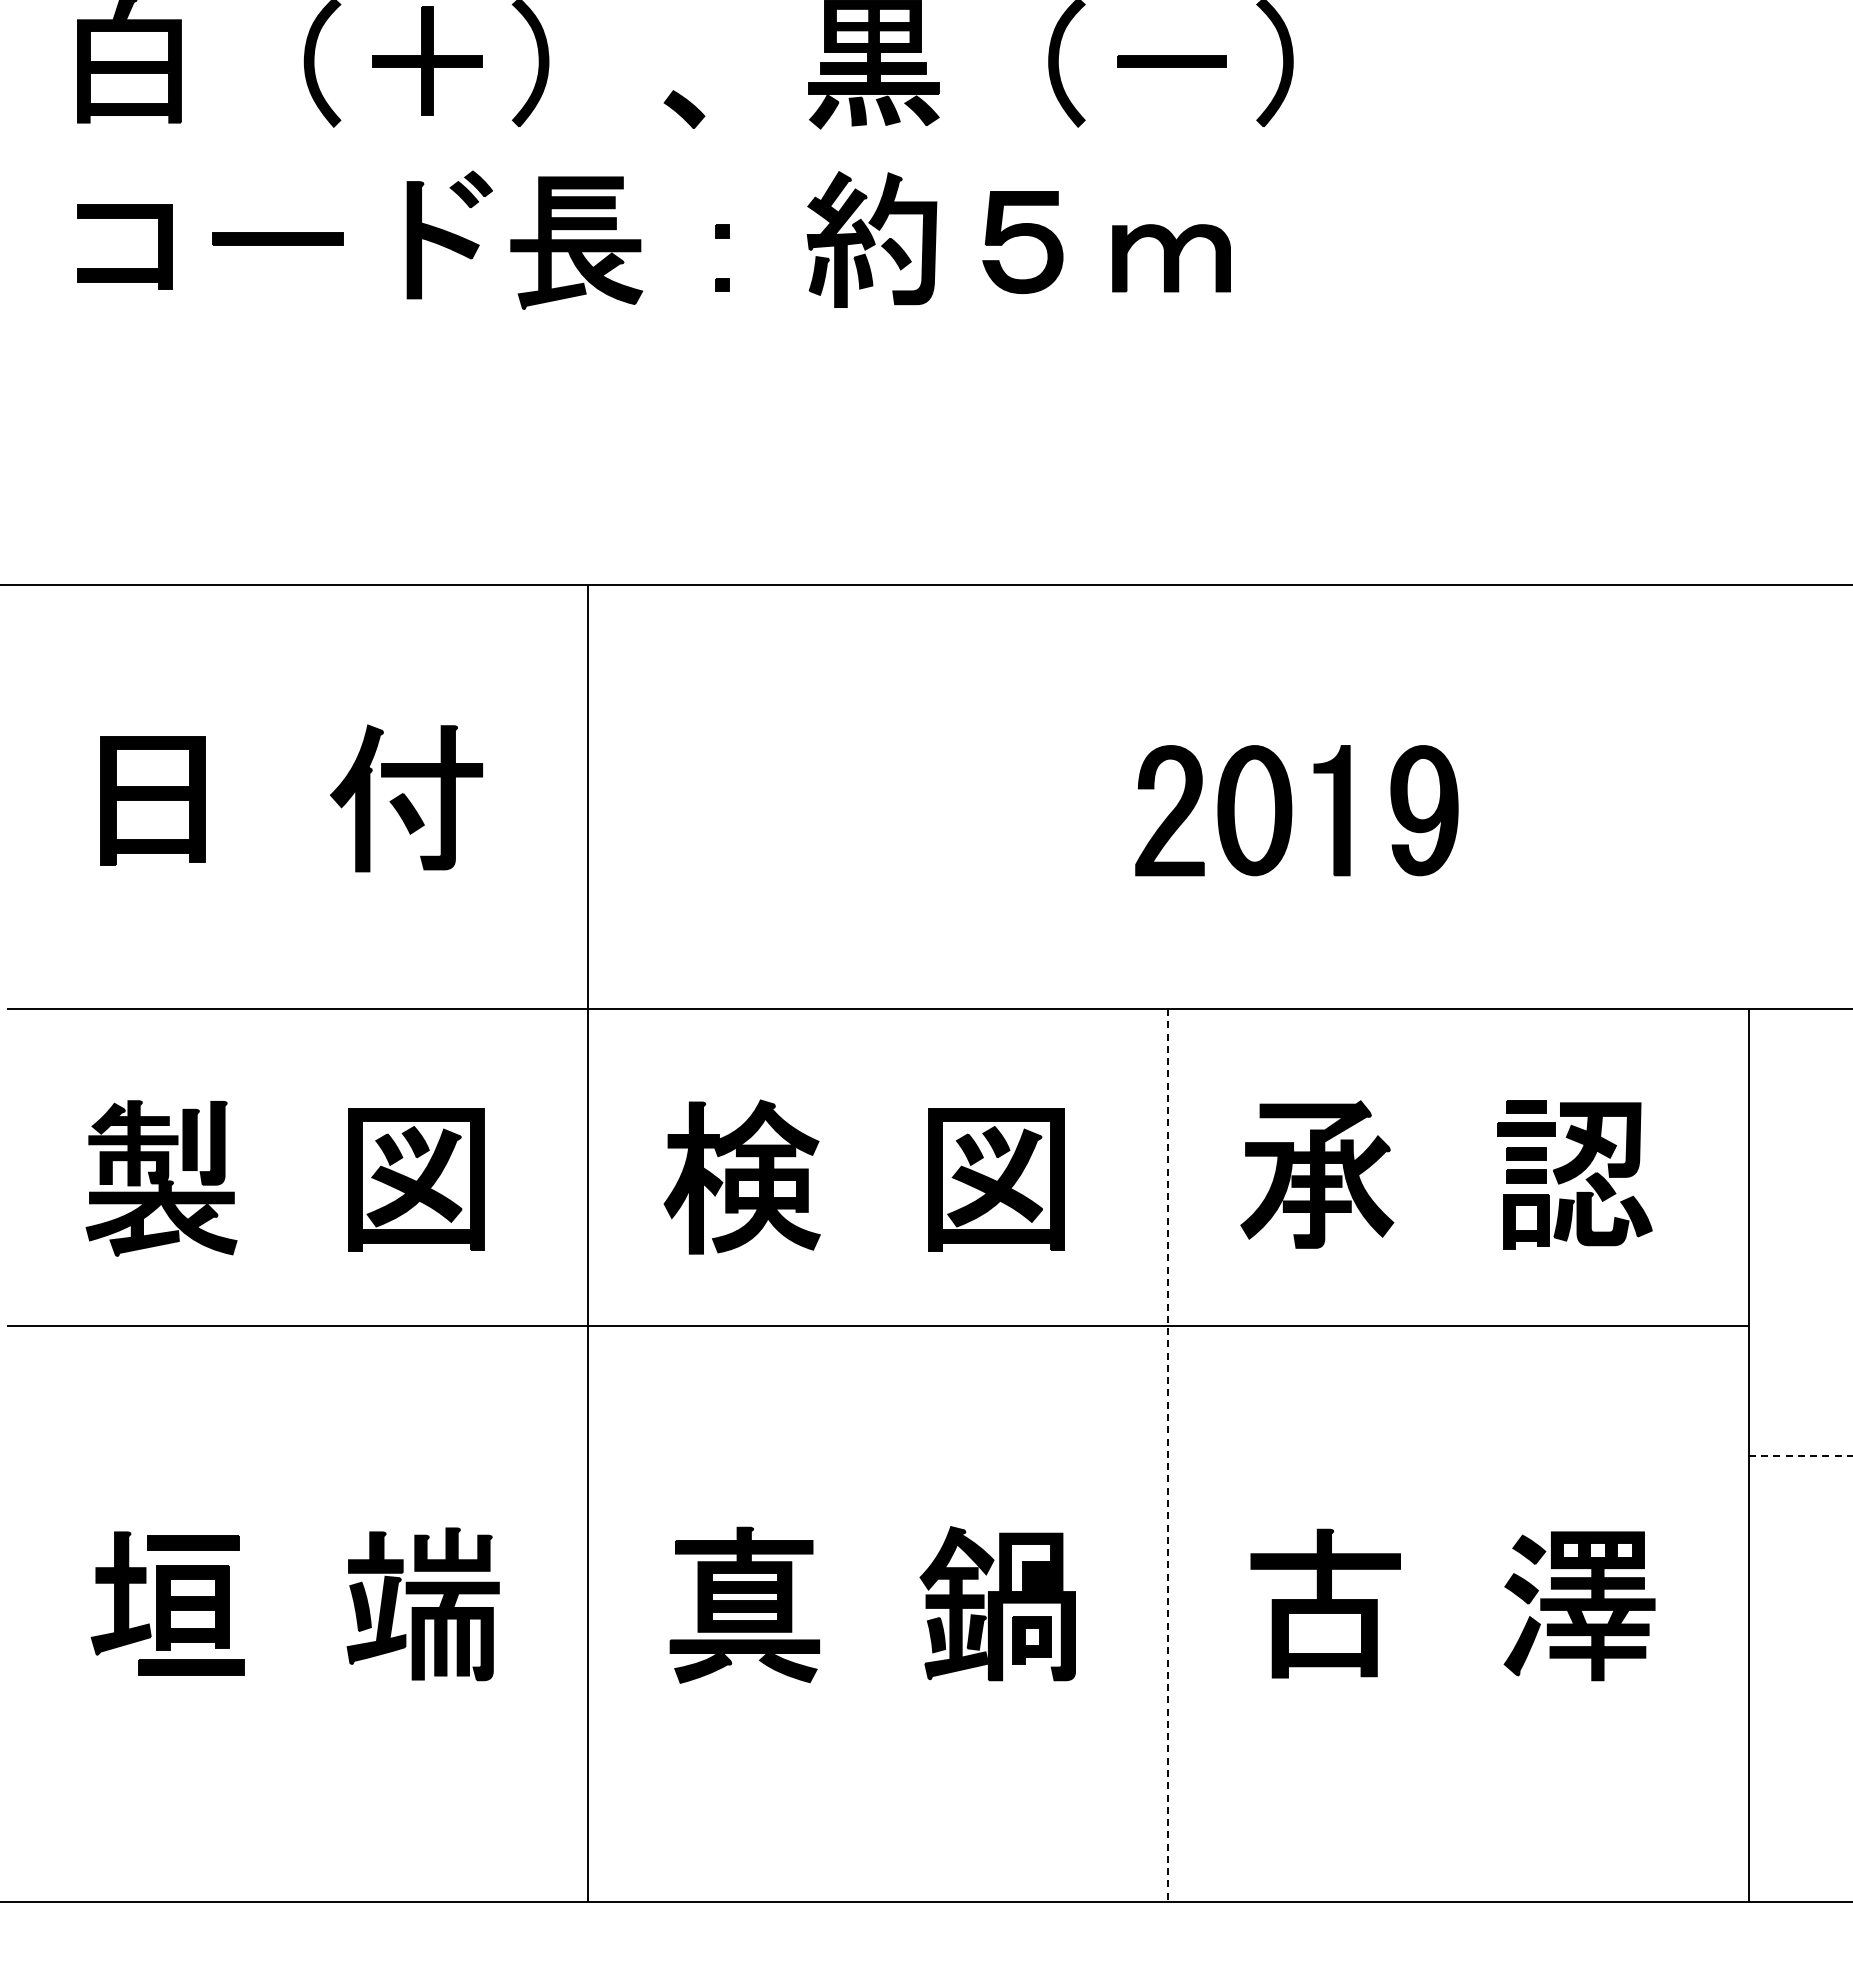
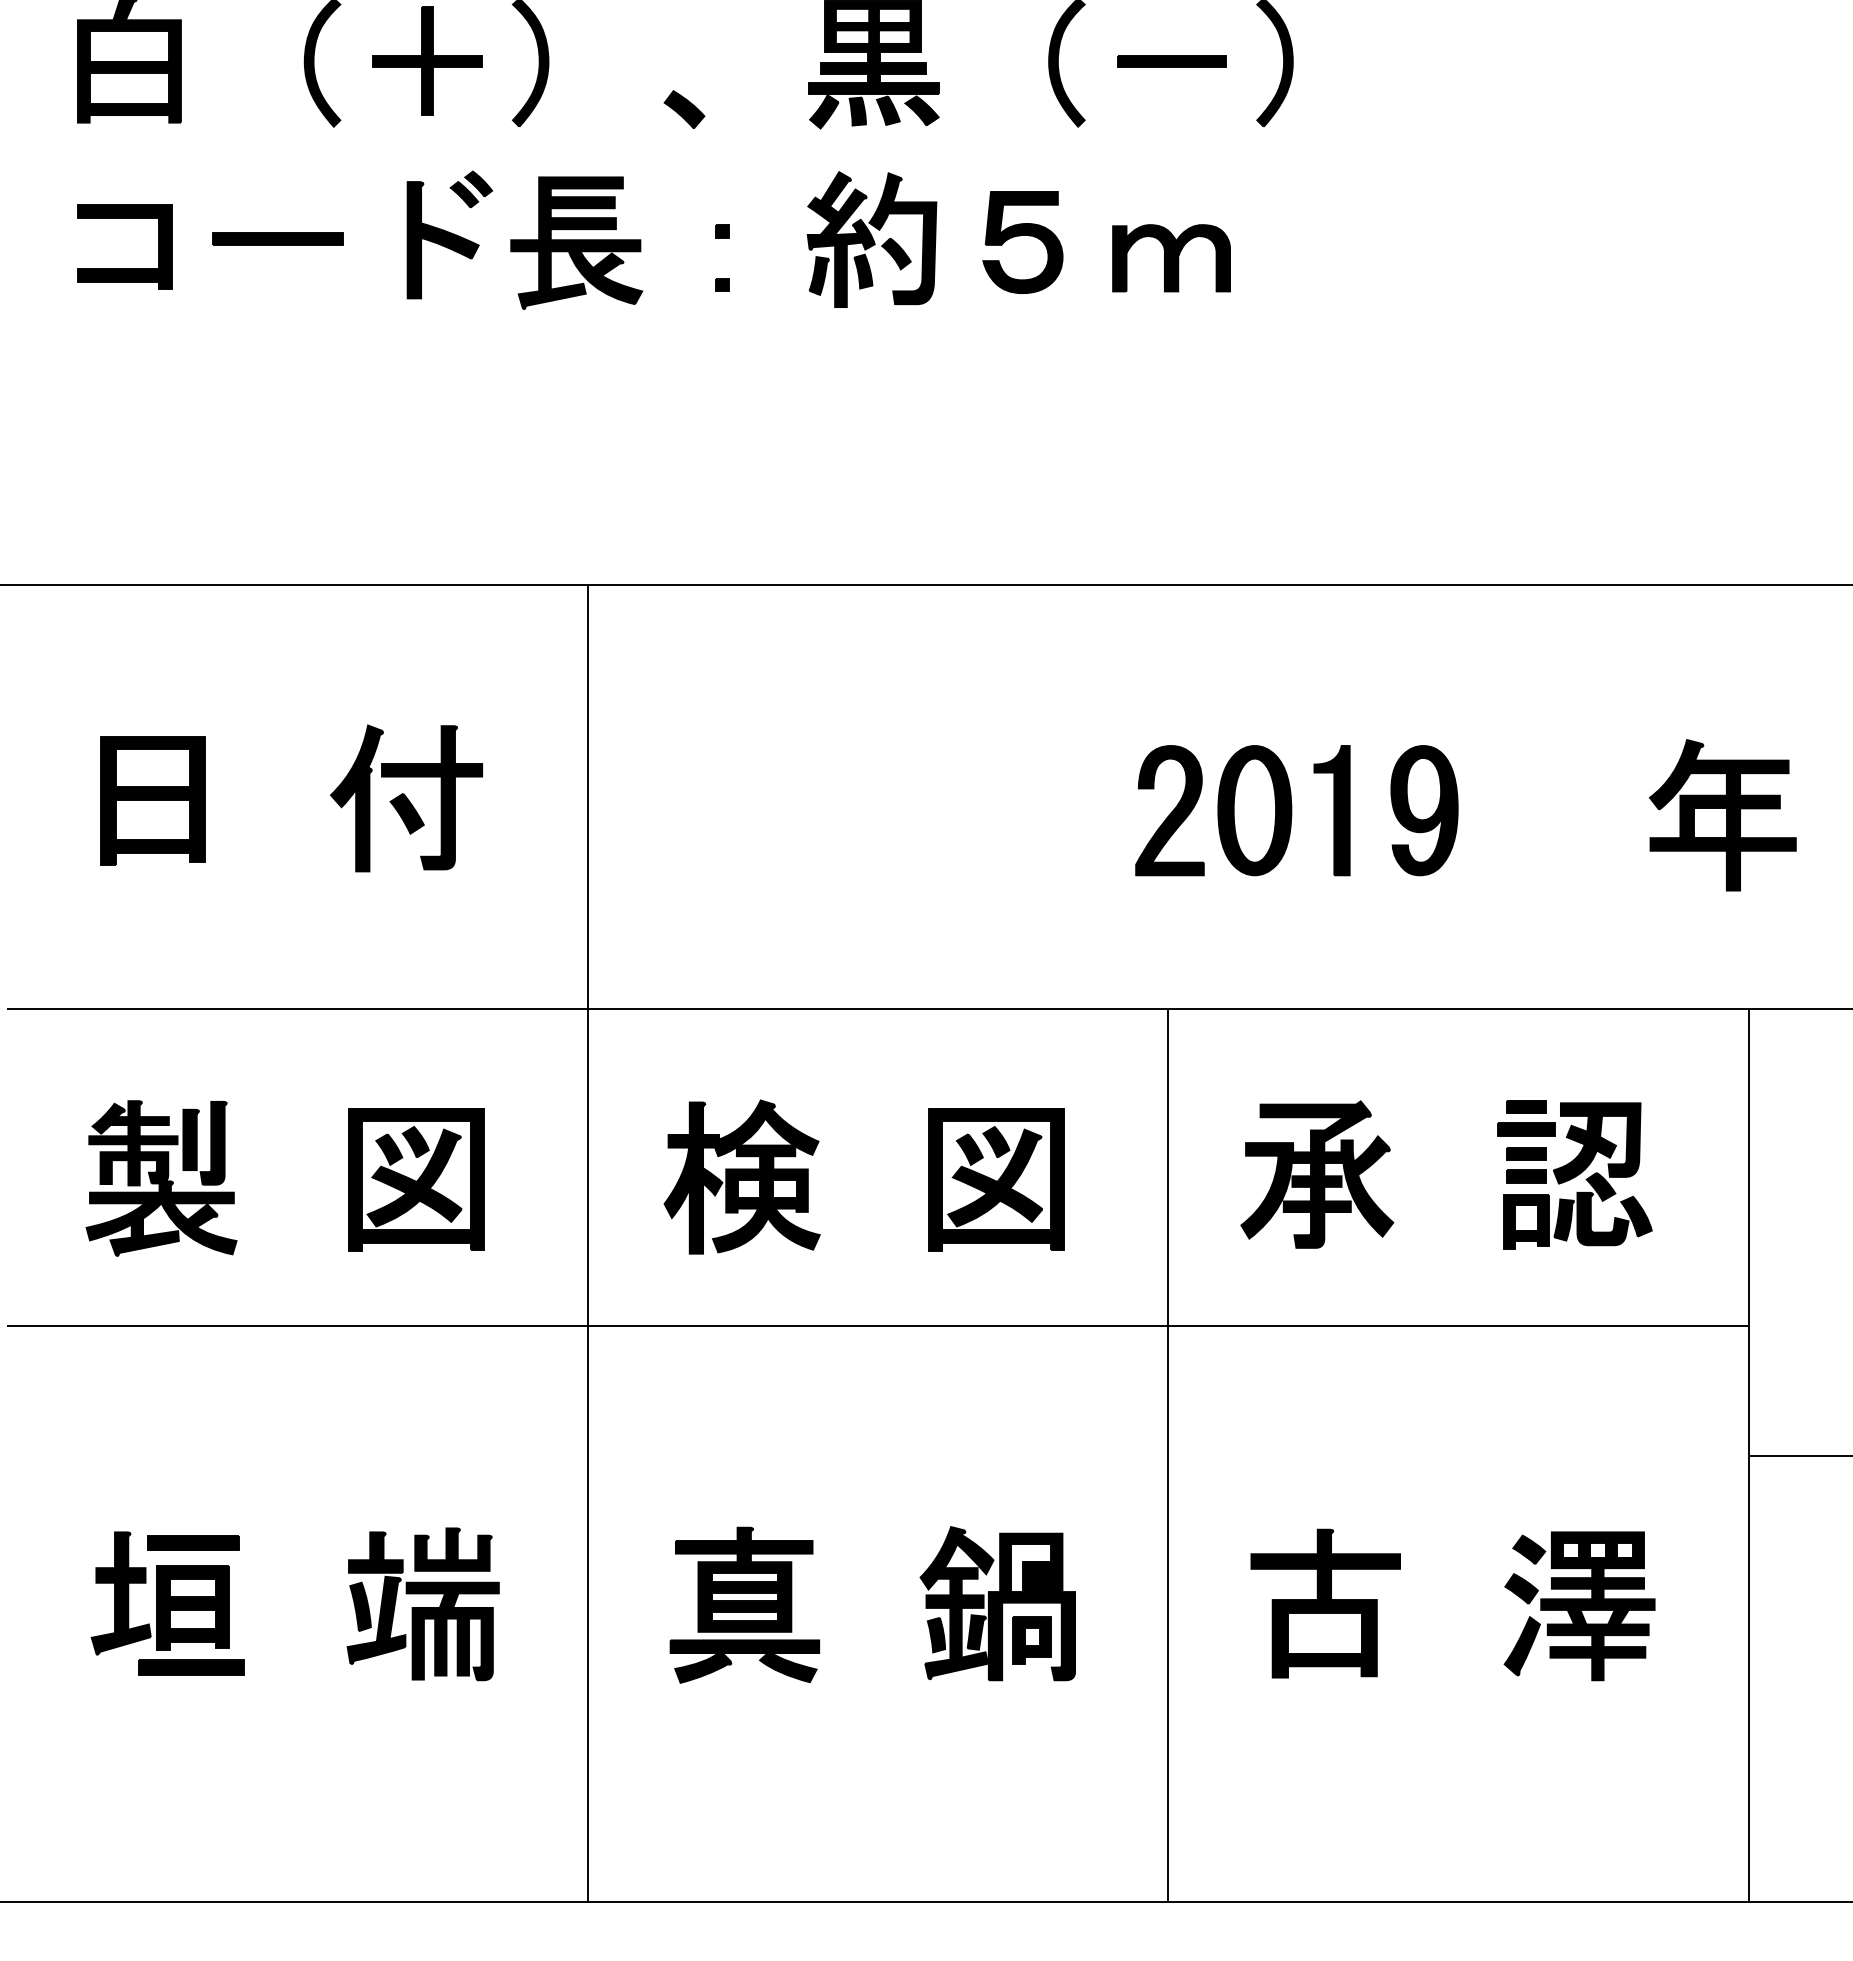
part at (1722, 815): none -> present
line at (1168, 1455): dashed -> solid
line at (1800, 1455): dashed -> solid
